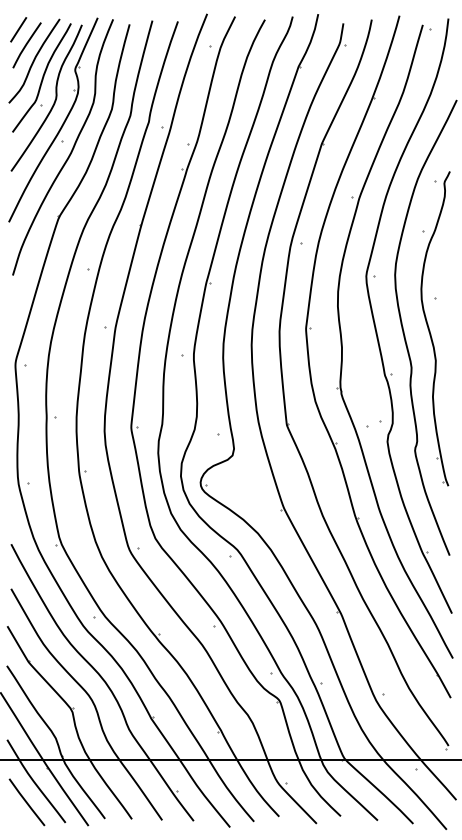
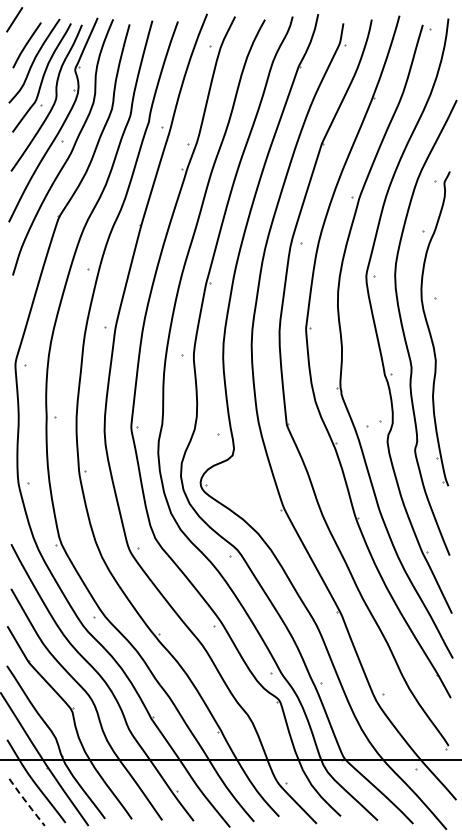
line at (18, 29) position: (18, 29) -> (14, 19)
line at (26, 802): solid -> dashed
